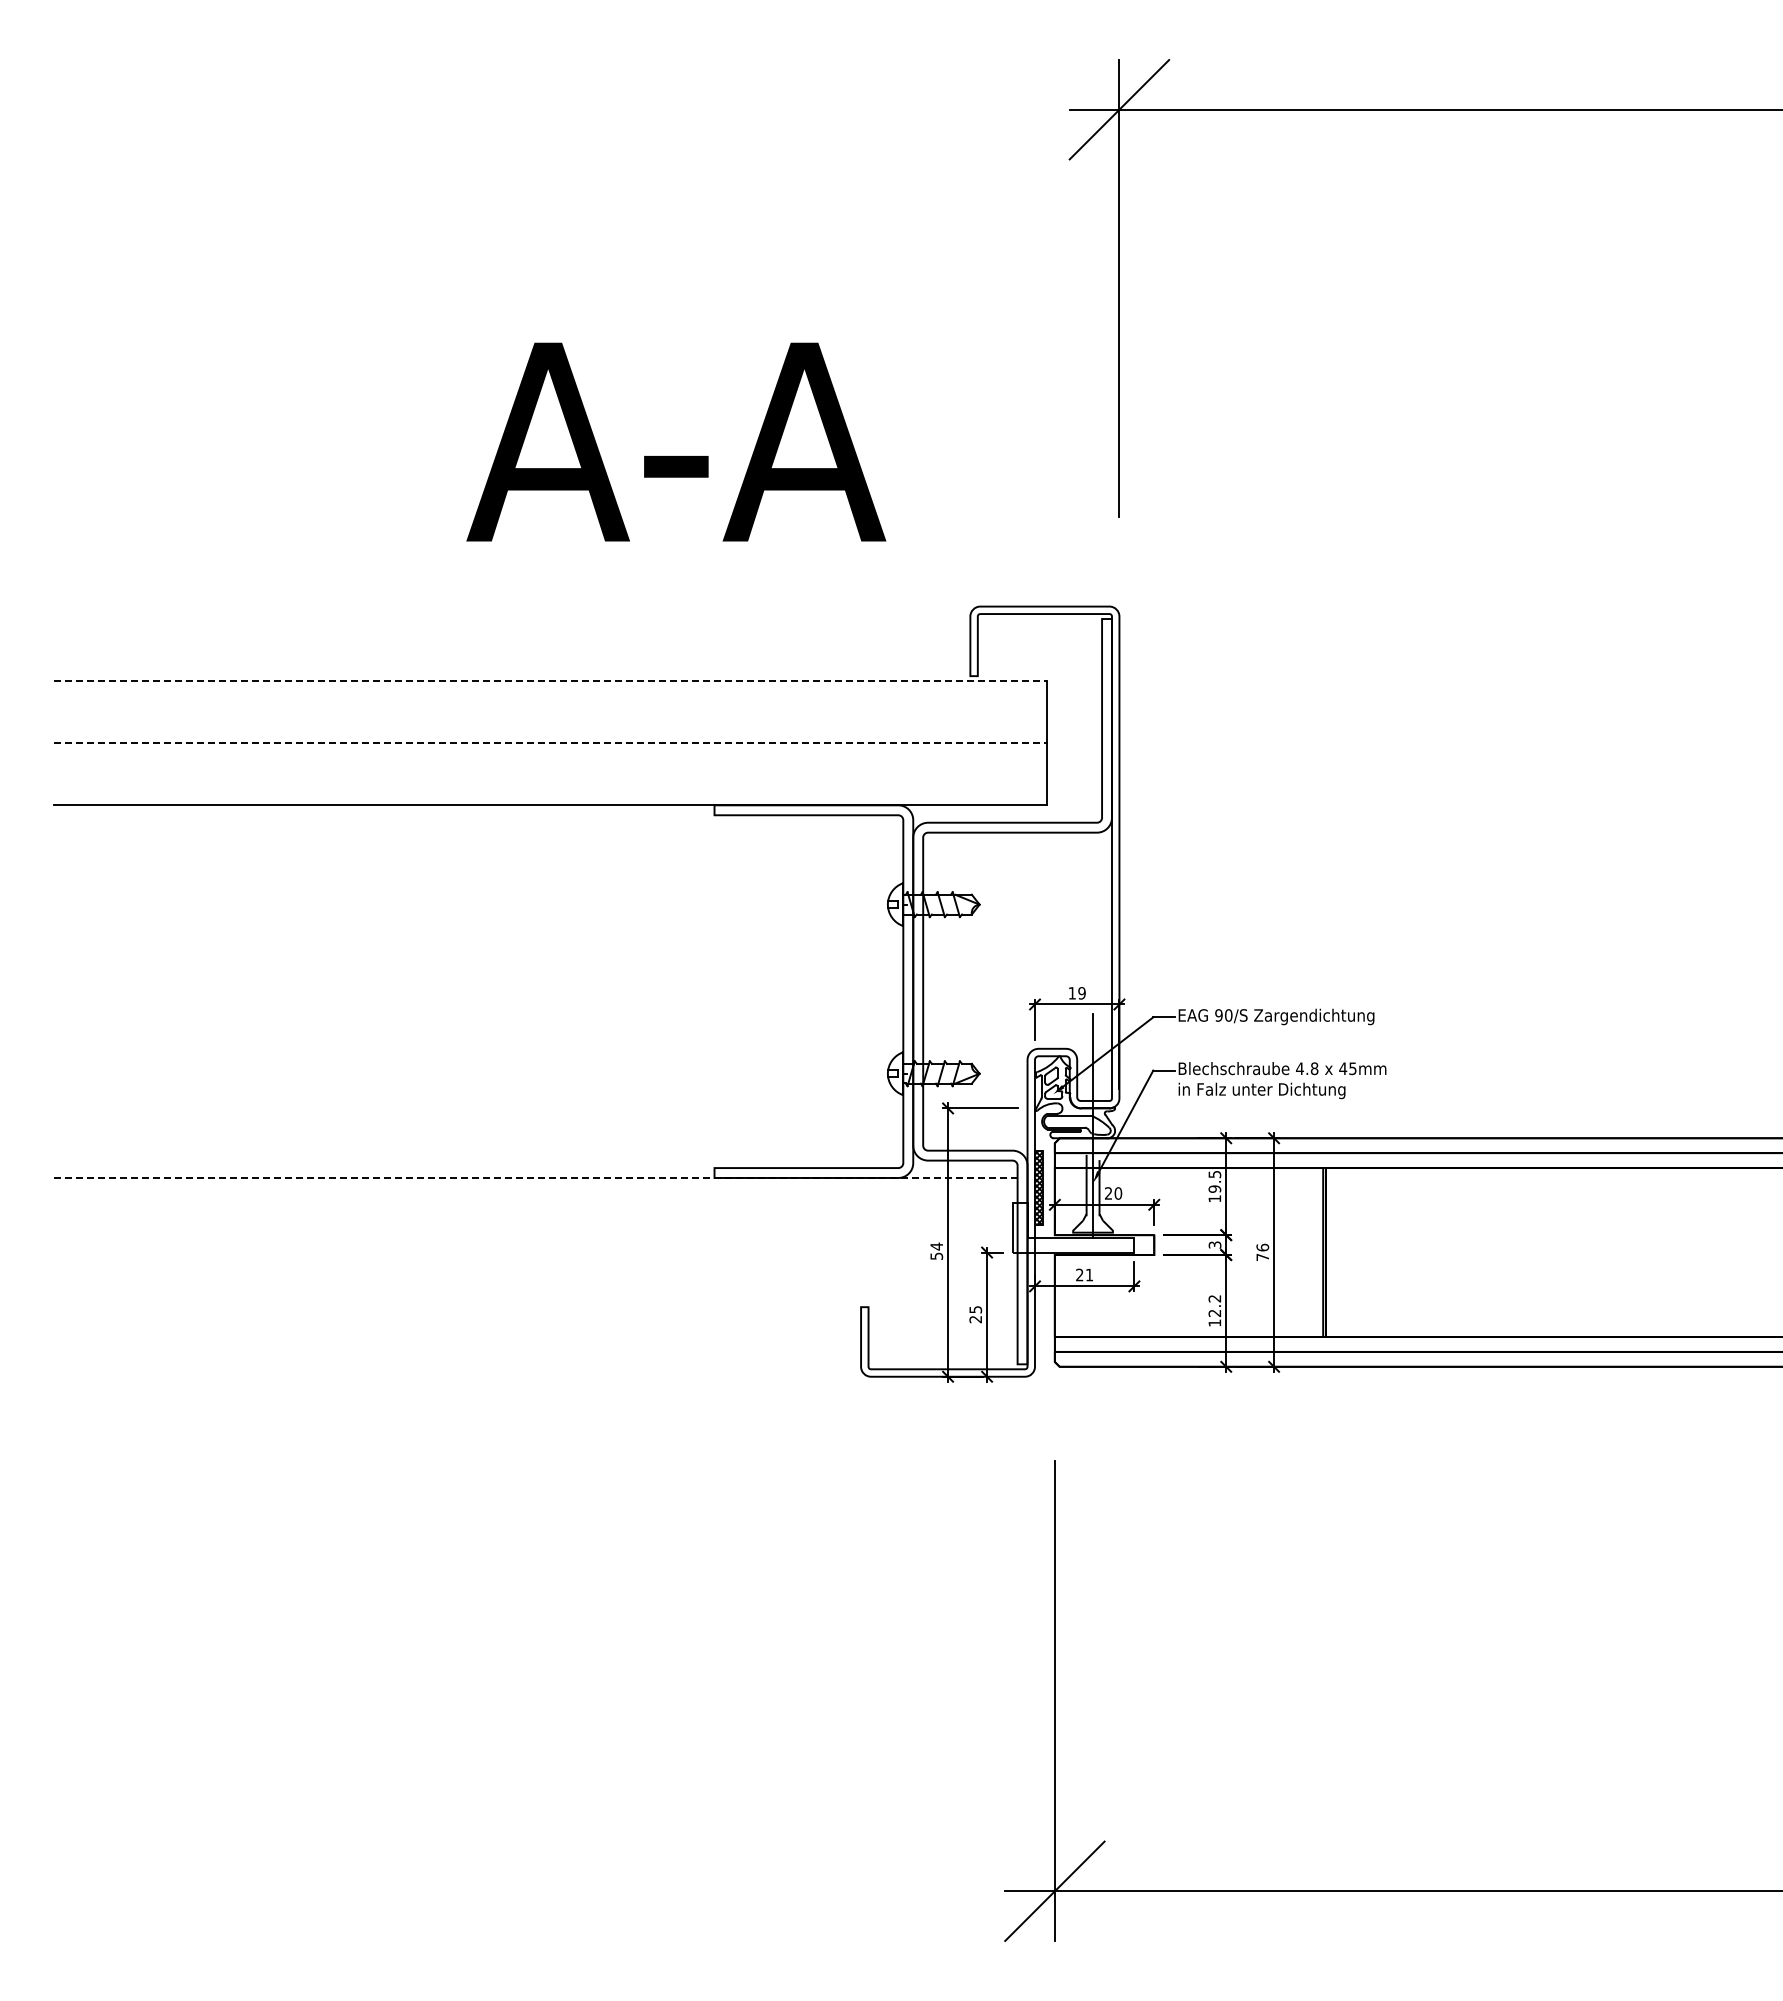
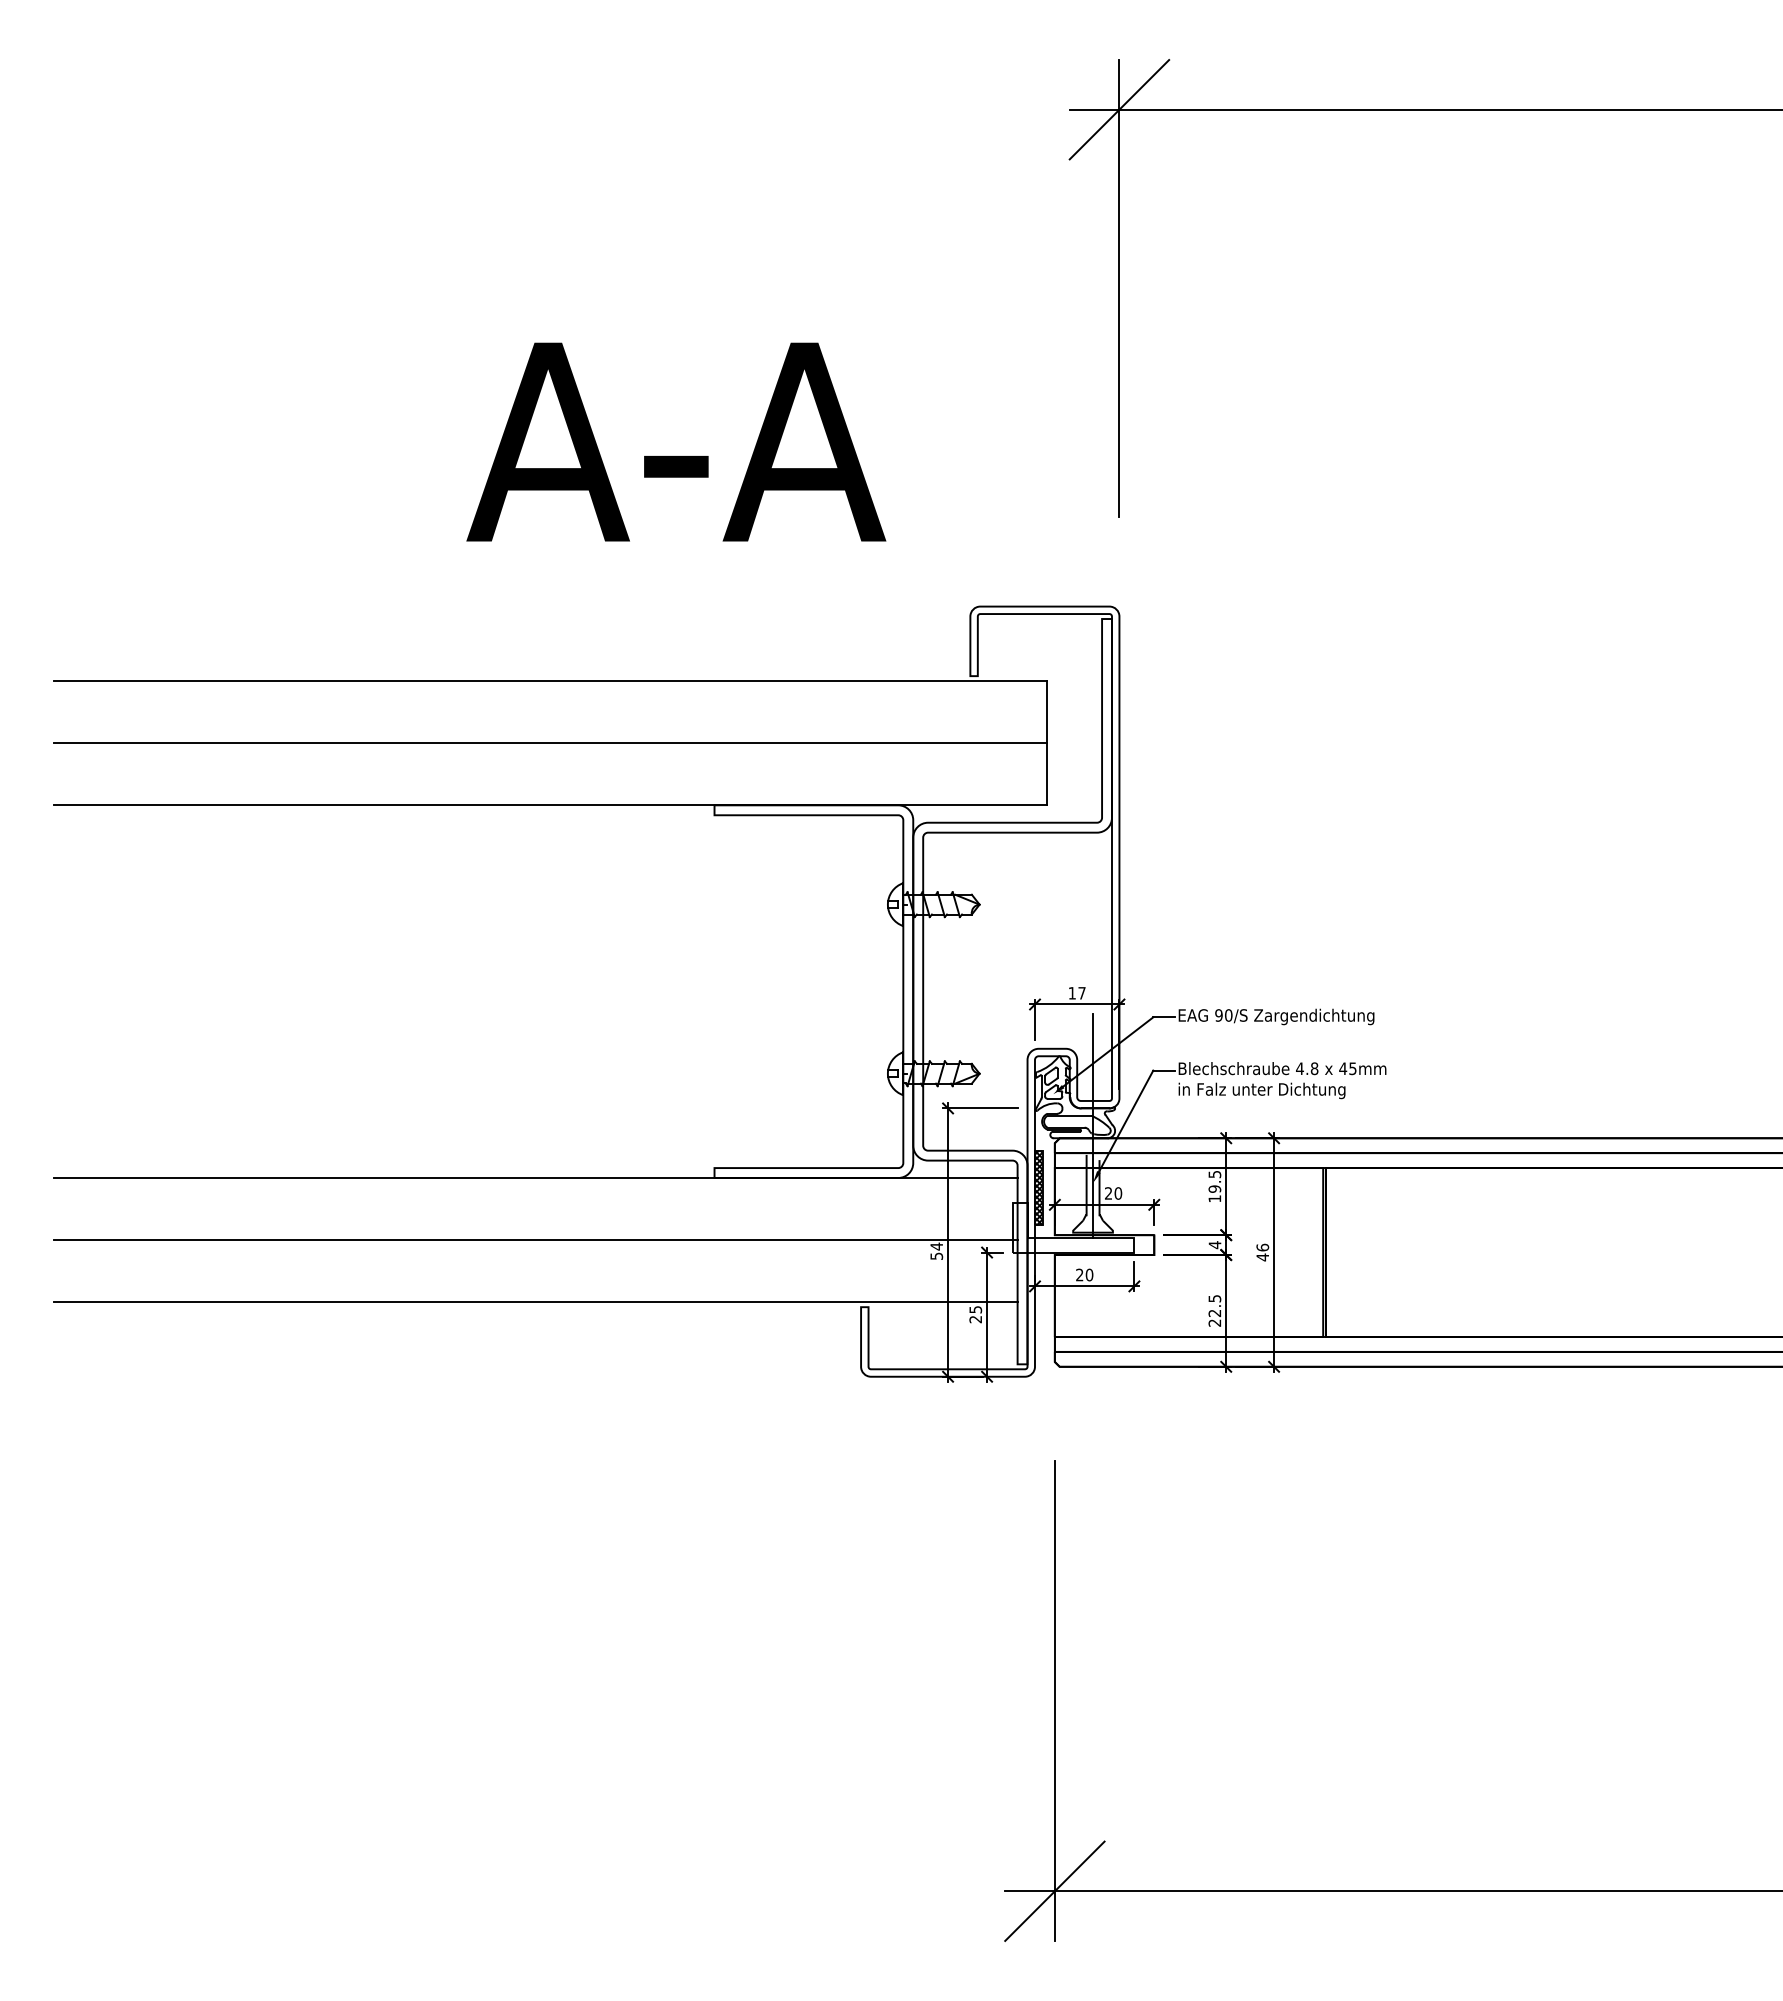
line at (550, 681): dashed -> solid
line at (550, 743): dashed -> solid
text at (1081, 993): 19 -> 17
line at (535, 1178): dashed -> solid
line at (535, 1240): none -> present
text at (1214, 1245): 3 -> 4
text at (1262, 1257): 76 -> 46
text at (1089, 1274): 21 -> 20
line at (535, 1302): none -> present
text at (1214, 1310): 12.2 -> 22.5
